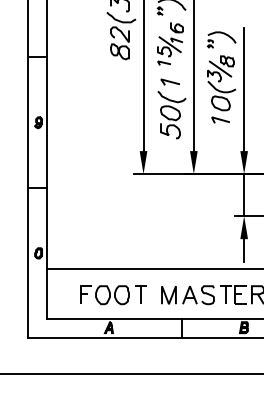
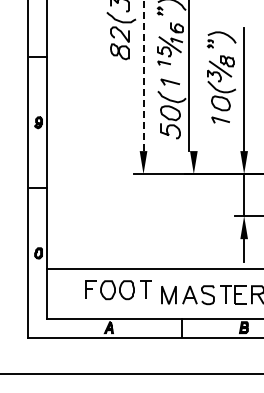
line at (143, 75): solid -> dashed
line at (193, 76) position: (193, 76) -> (188, 76)
part at (113, 295) position: (113, 295) -> (118, 290)
